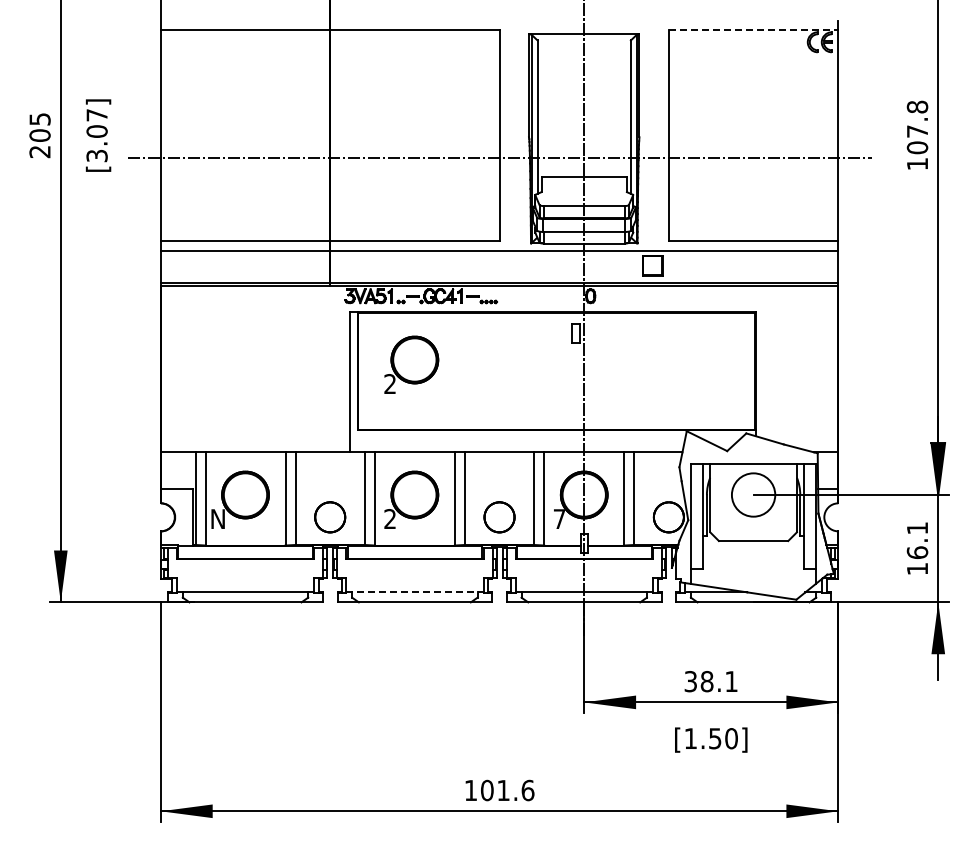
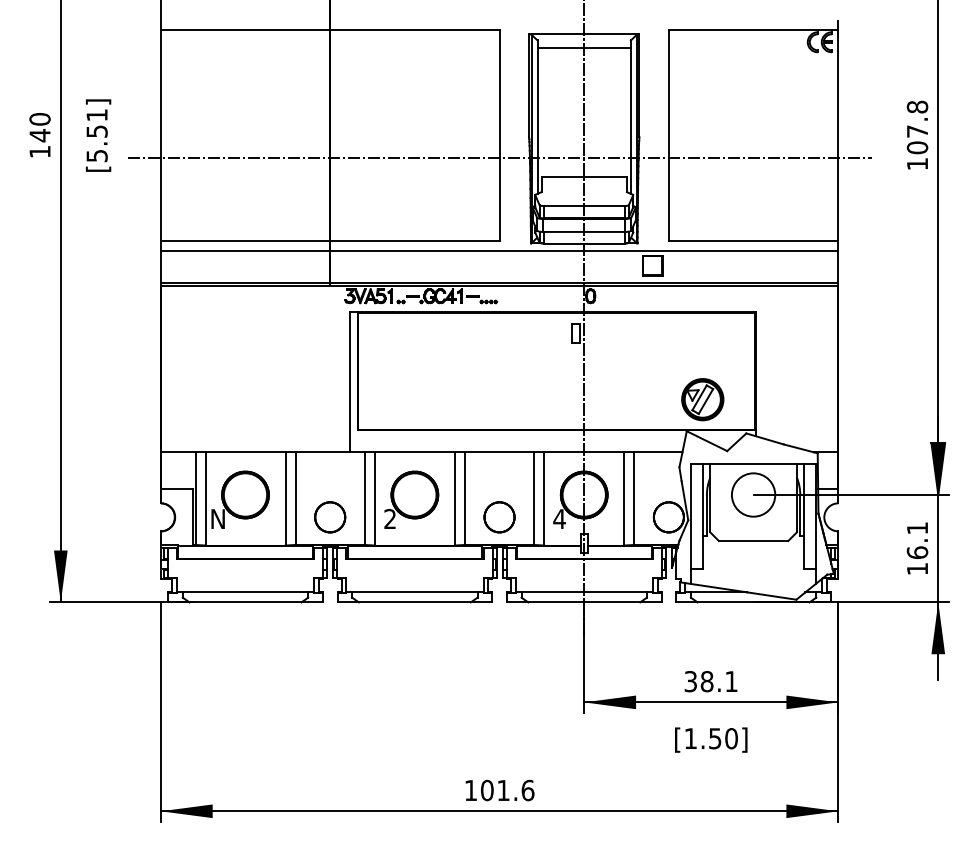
line at (753, 29): dashed -> solid
line at (583, 48): none -> present
text at (39, 135): 205 -> 140
text at (96, 135): [3.07] -> [5.51]
part at (411, 364): present -> none
part at (702, 399): none -> present
text at (559, 518): 7 -> 4
line at (414, 592): dashed -> solid
